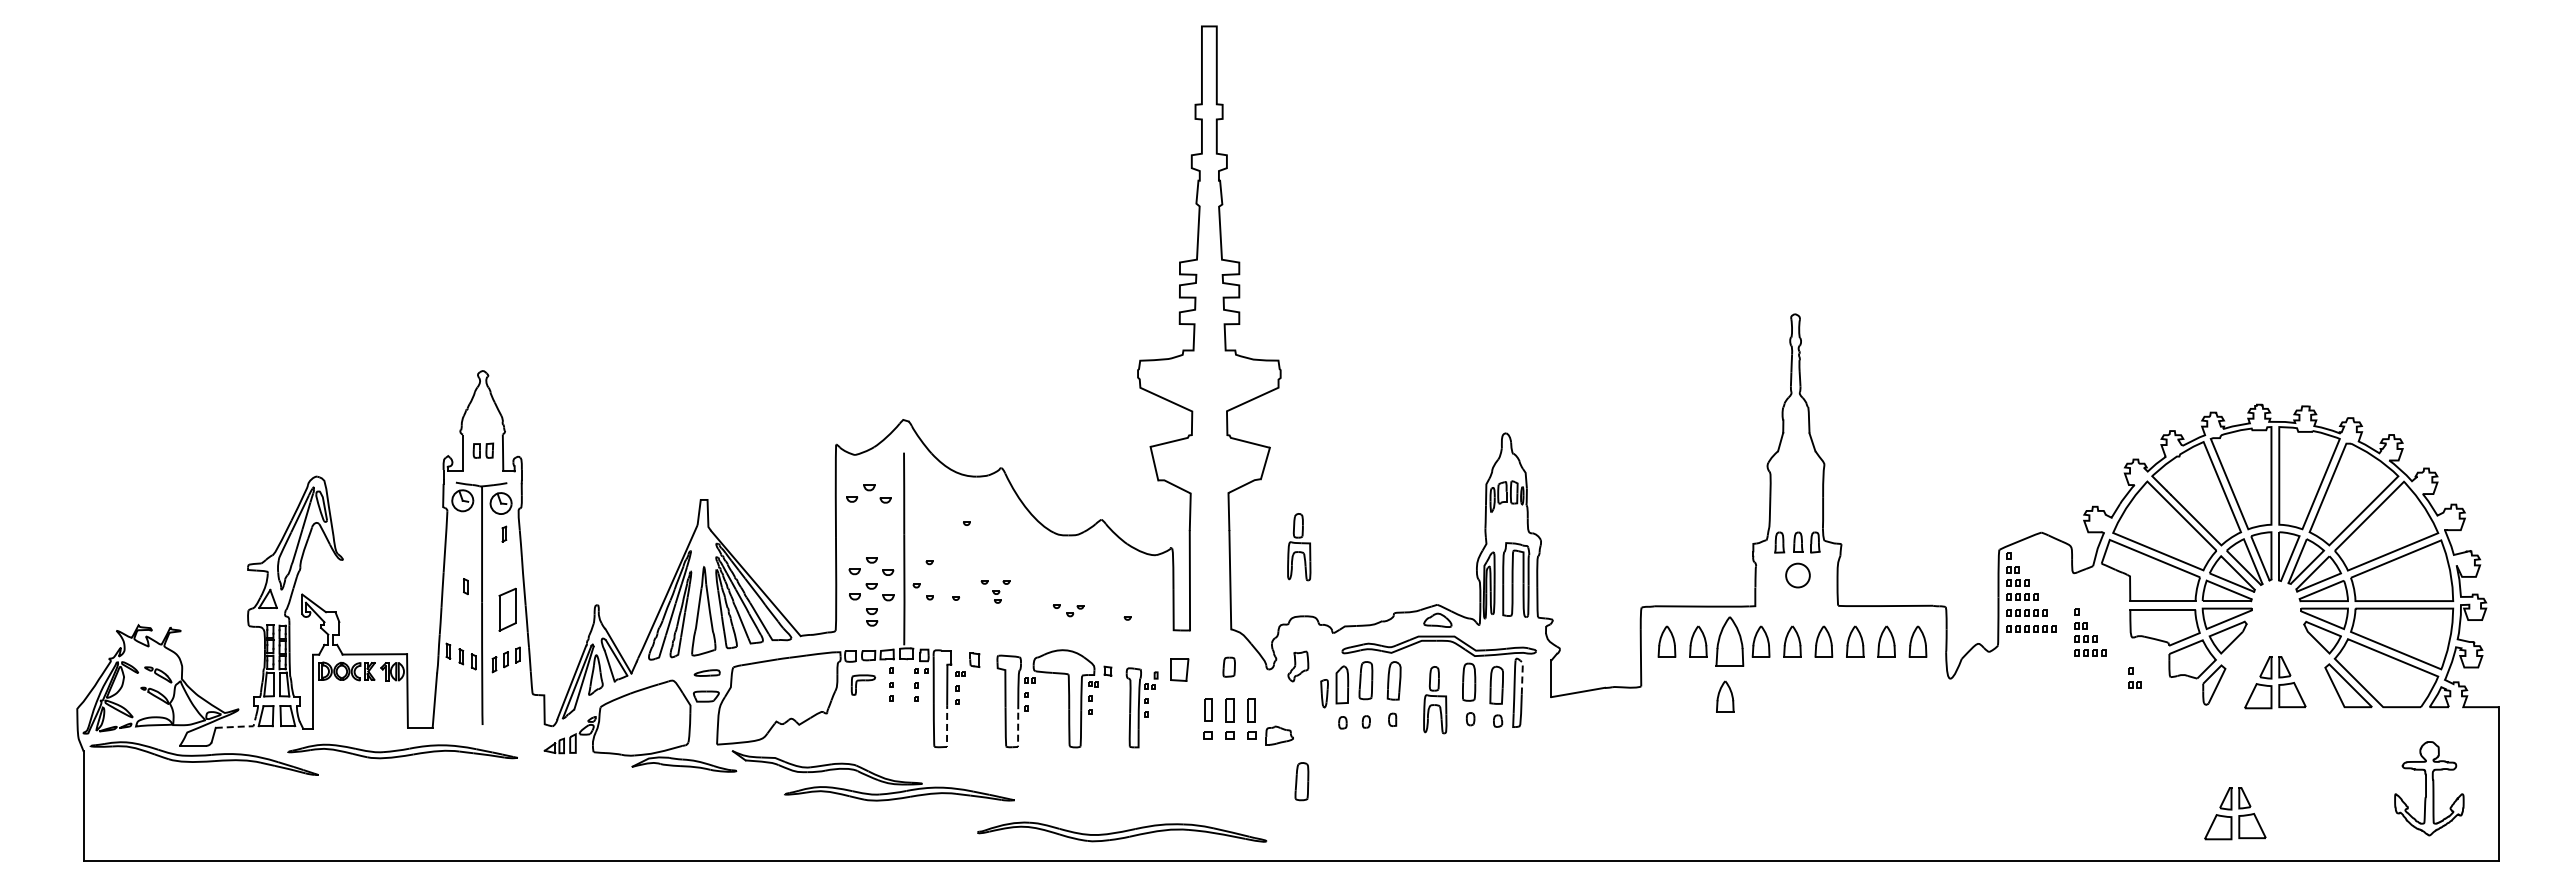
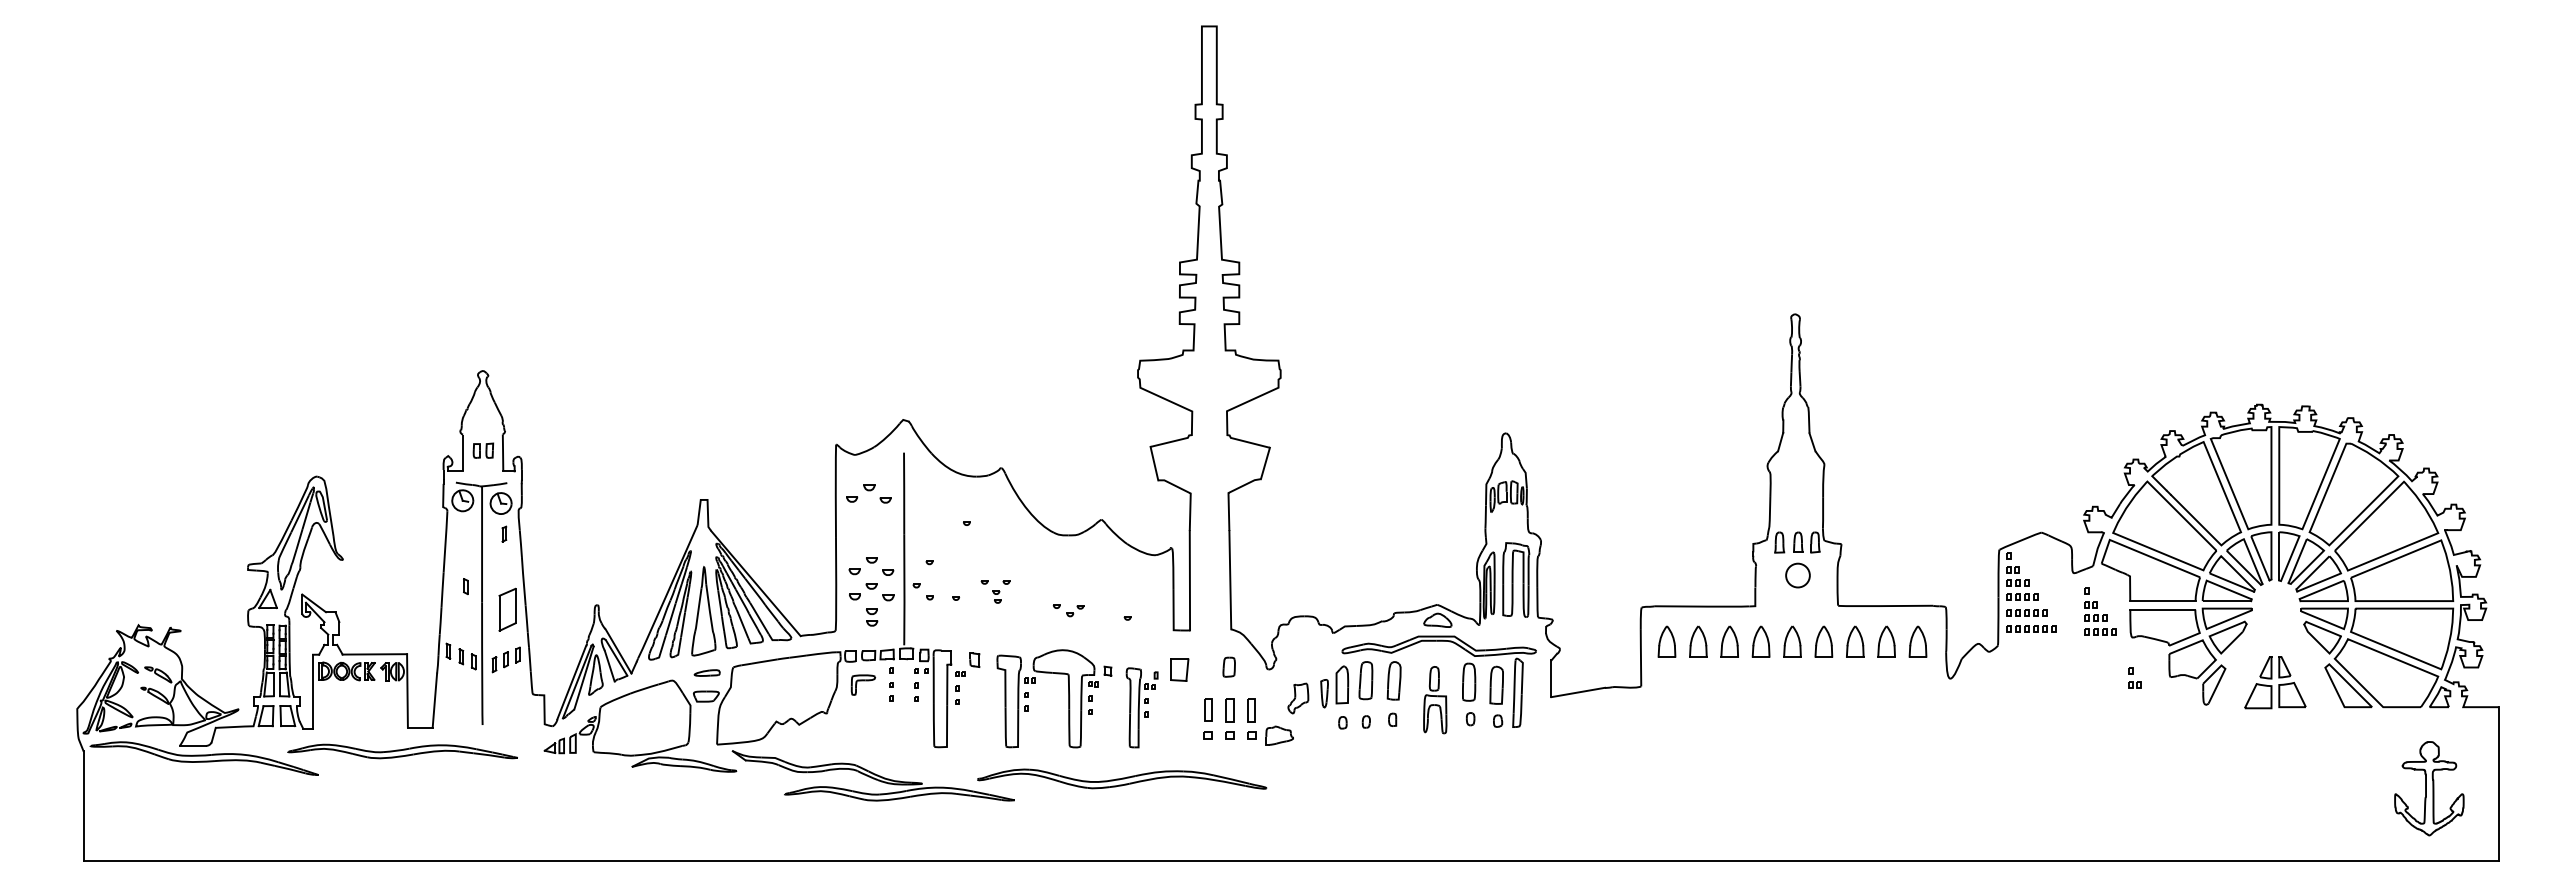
part at (1299, 547): present -> none
part at (2090, 632) position: (2090, 632) -> (2100, 611)
part at (1729, 641) size: 30x51 px -> 19x33 px
part at (1298, 666) position: (1298, 666) -> (1298, 698)
line at (1522, 675): dashed -> solid
part at (1725, 696): present -> none
line at (241, 726): dashed -> solid
line at (947, 729): dashed -> solid
line at (1018, 731): dashed -> solid
part at (1301, 781): present -> none
part at (2235, 813): present -> none
part at (1122, 831) position: (1122, 831) -> (1122, 778)
